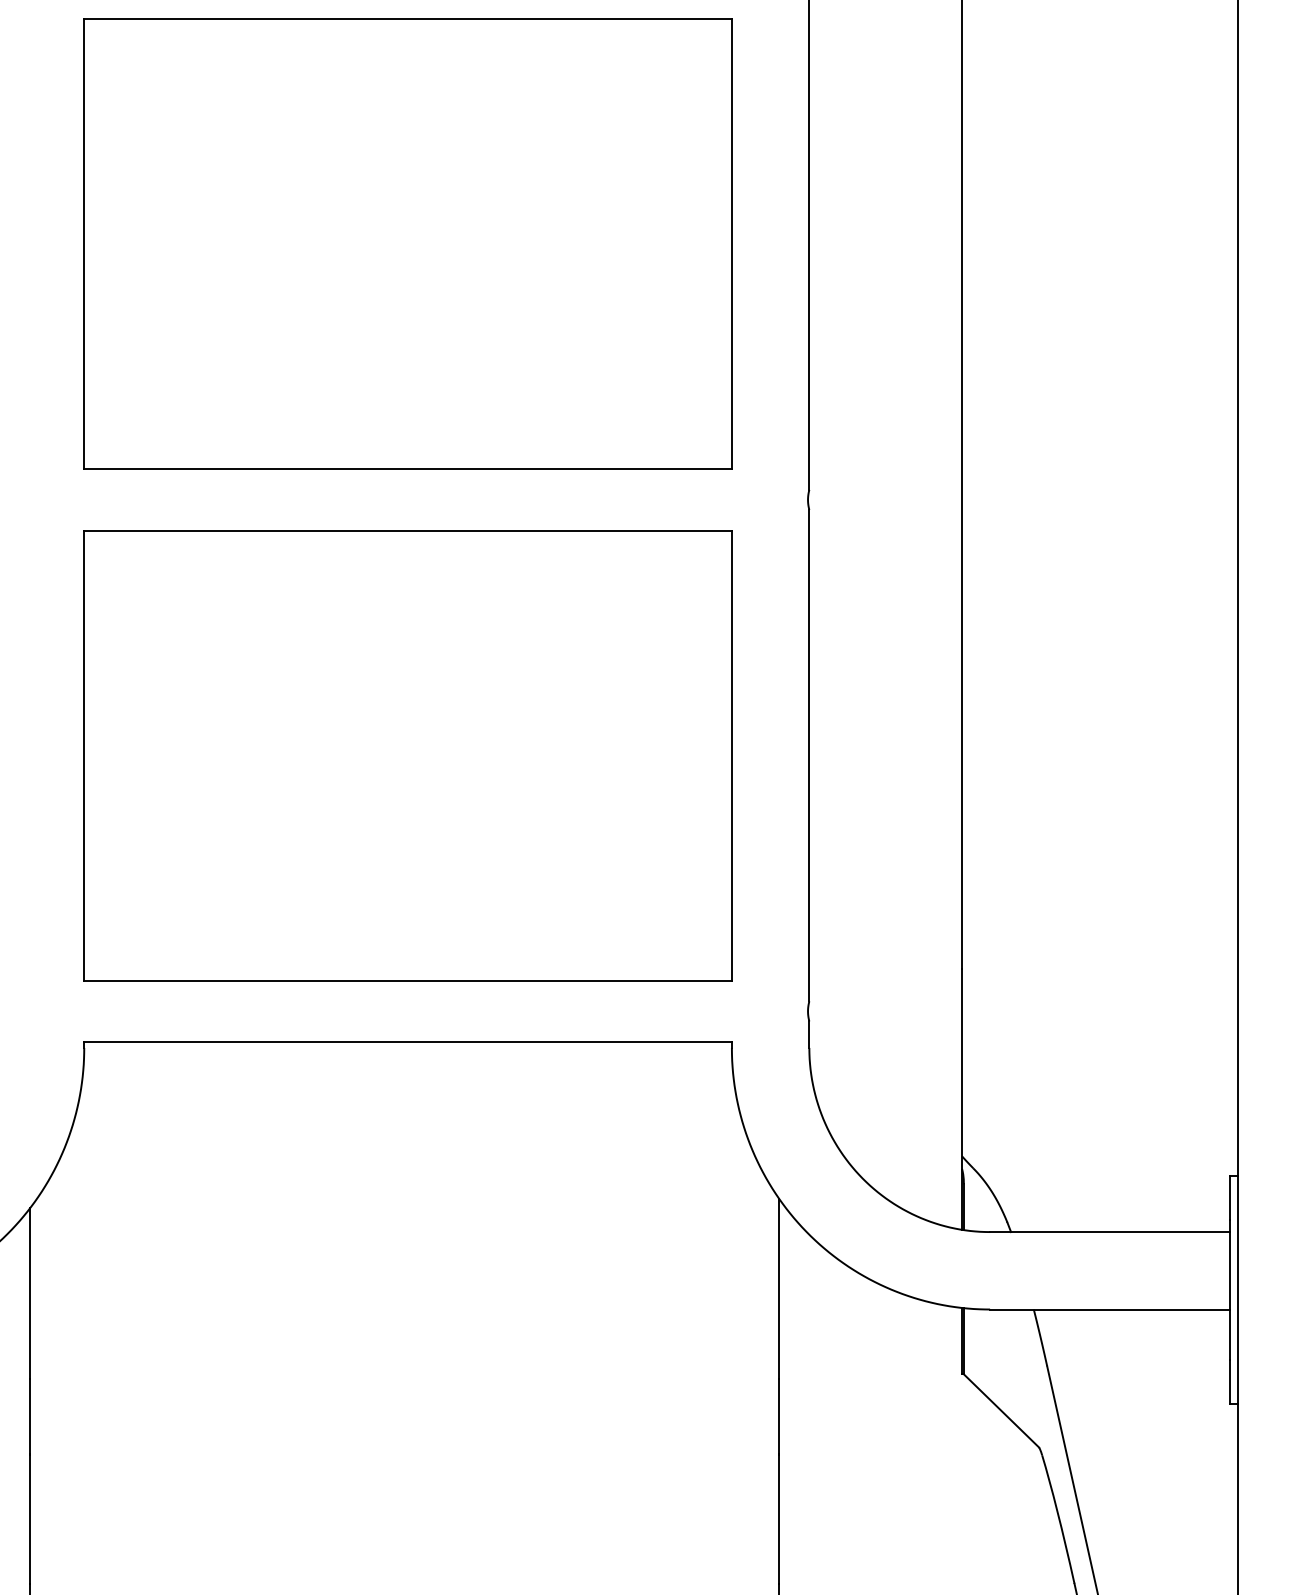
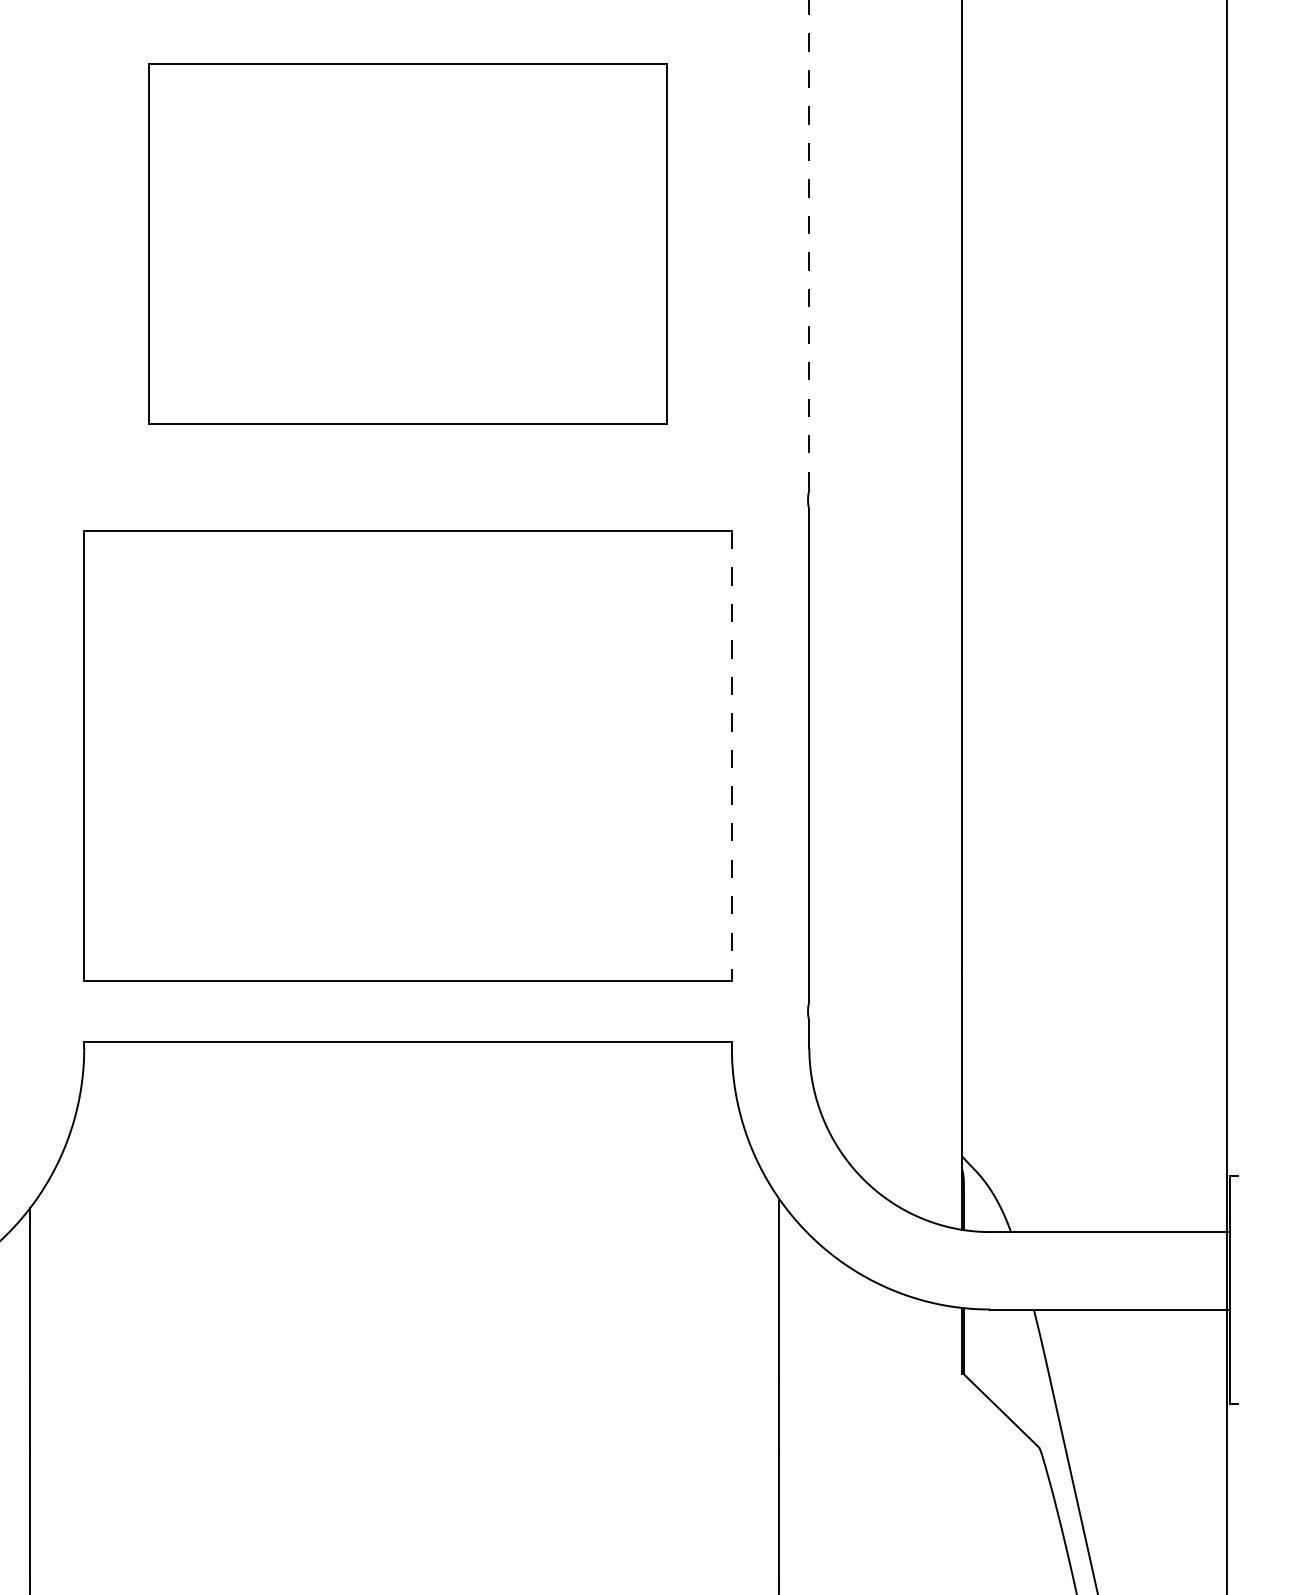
part at (407, 243) size: 650x452 px -> 520x362 px
line at (809, 245): solid -> dashed
line at (731, 755): solid -> dashed
line at (1237, 796) position: (1237, 796) -> (1226, 796)
